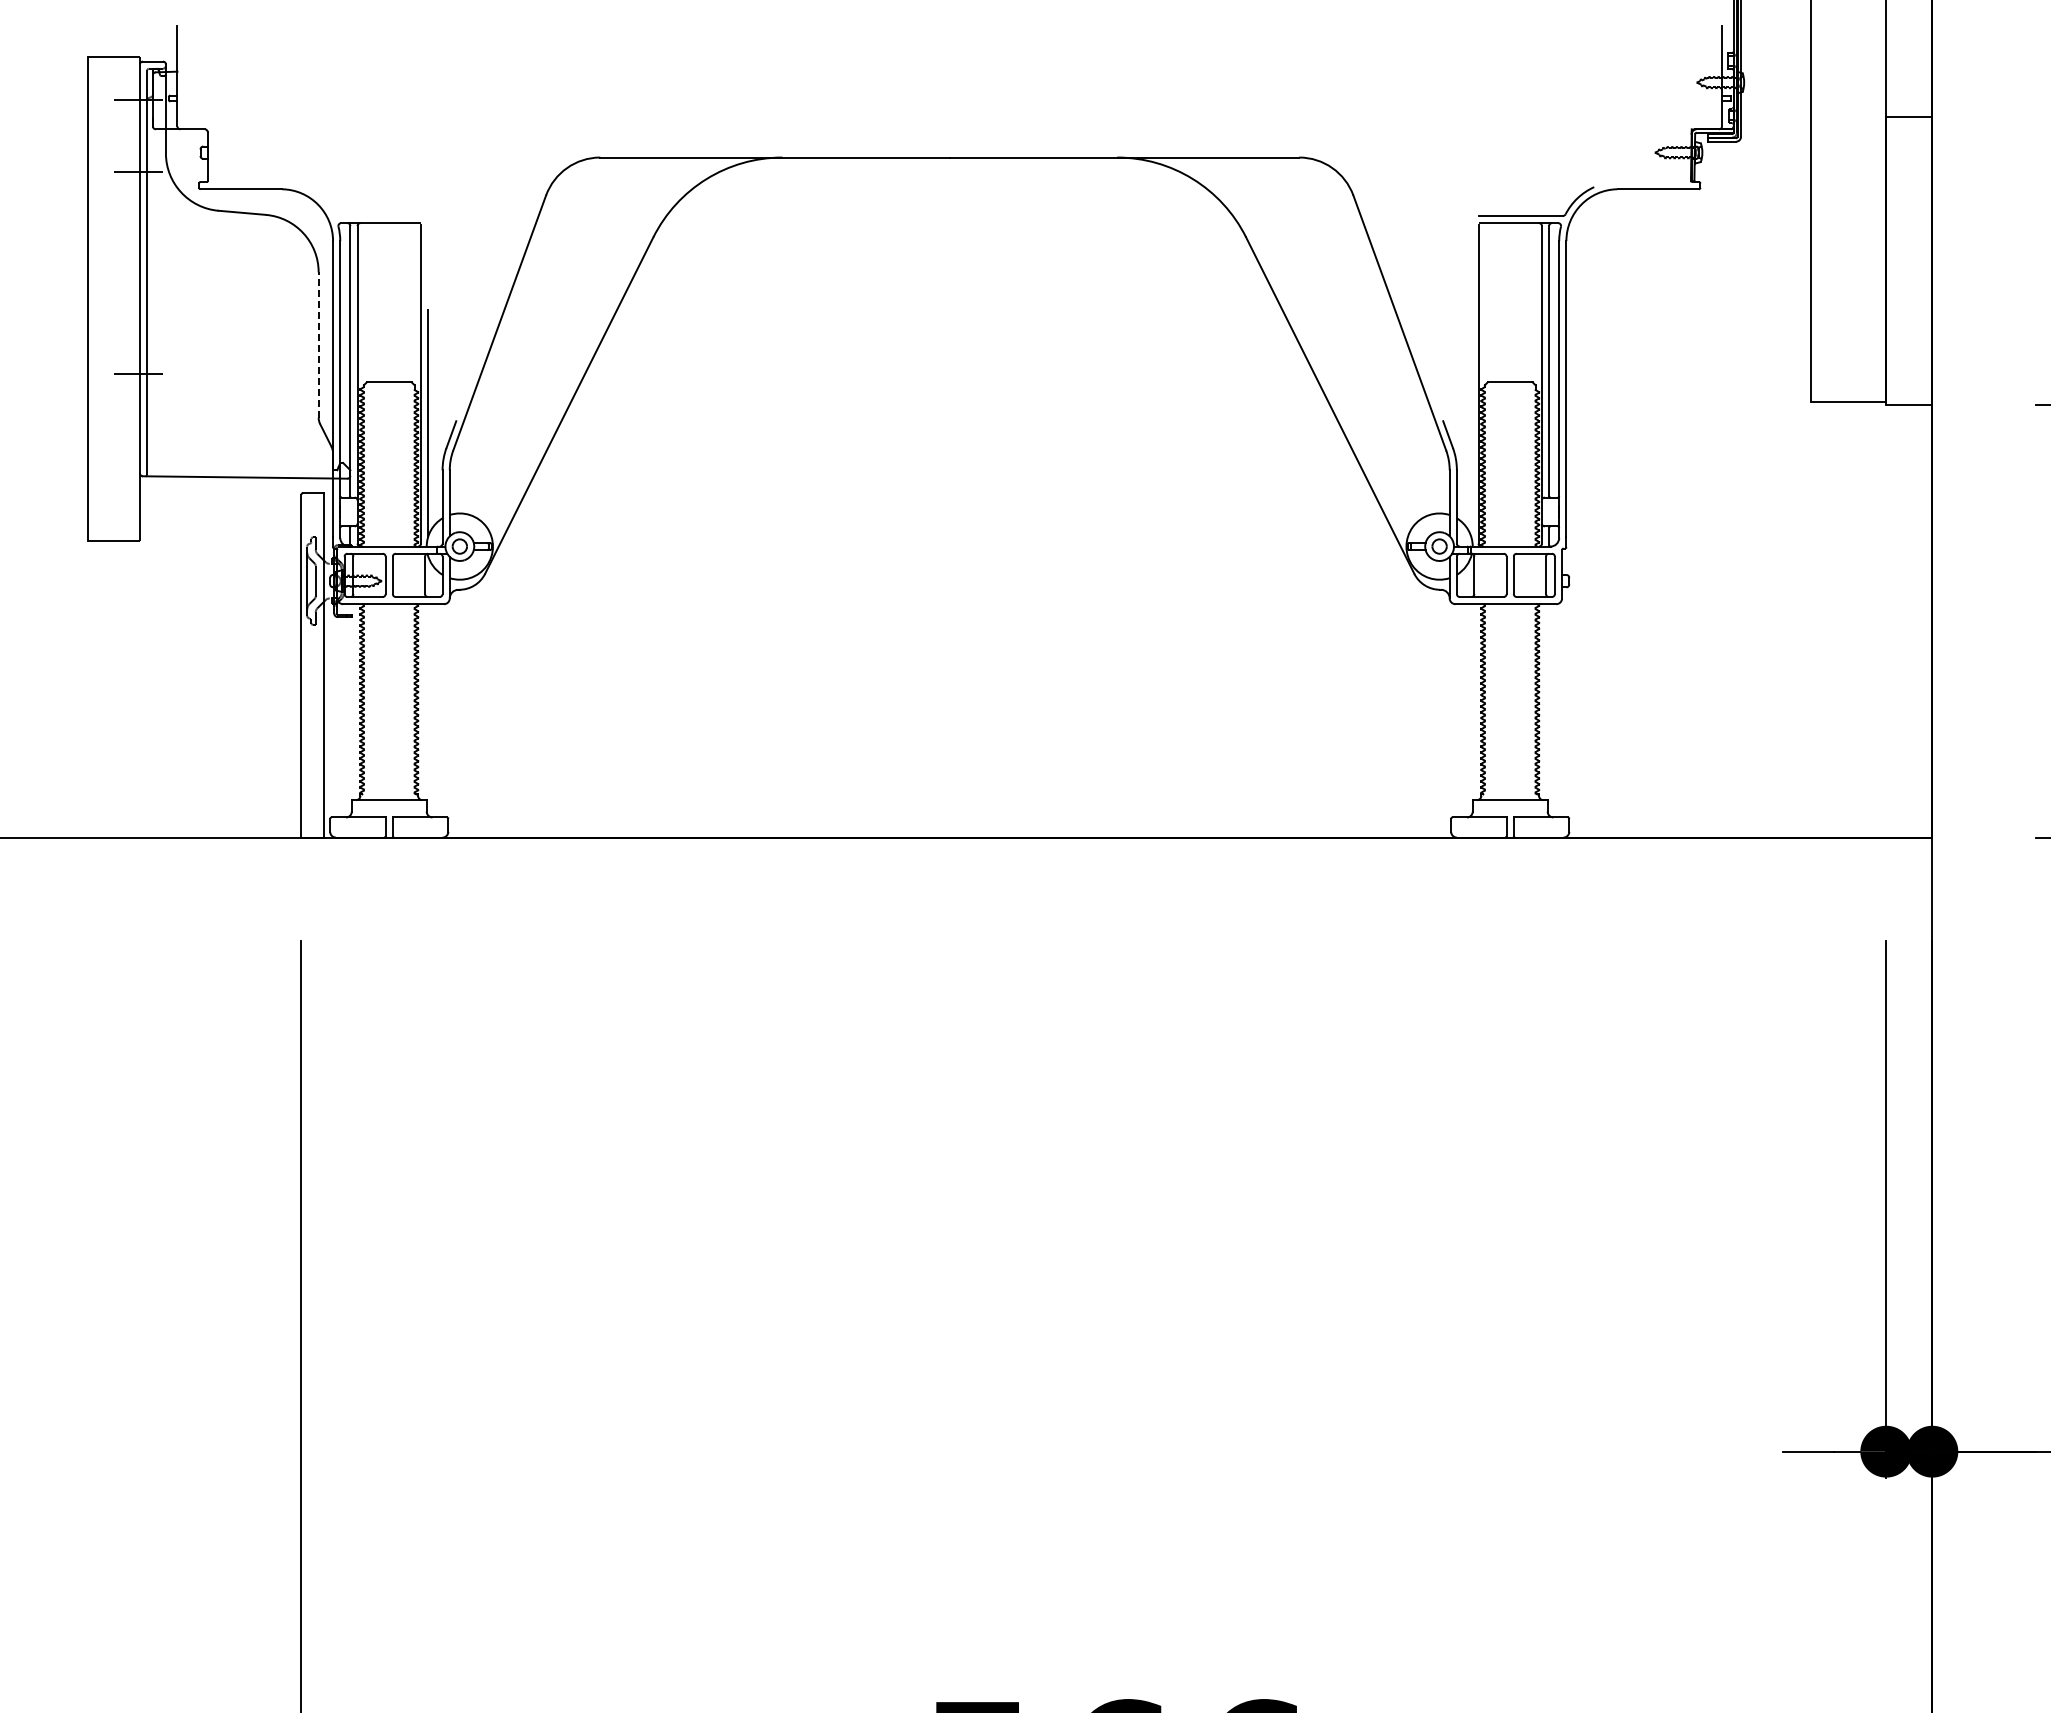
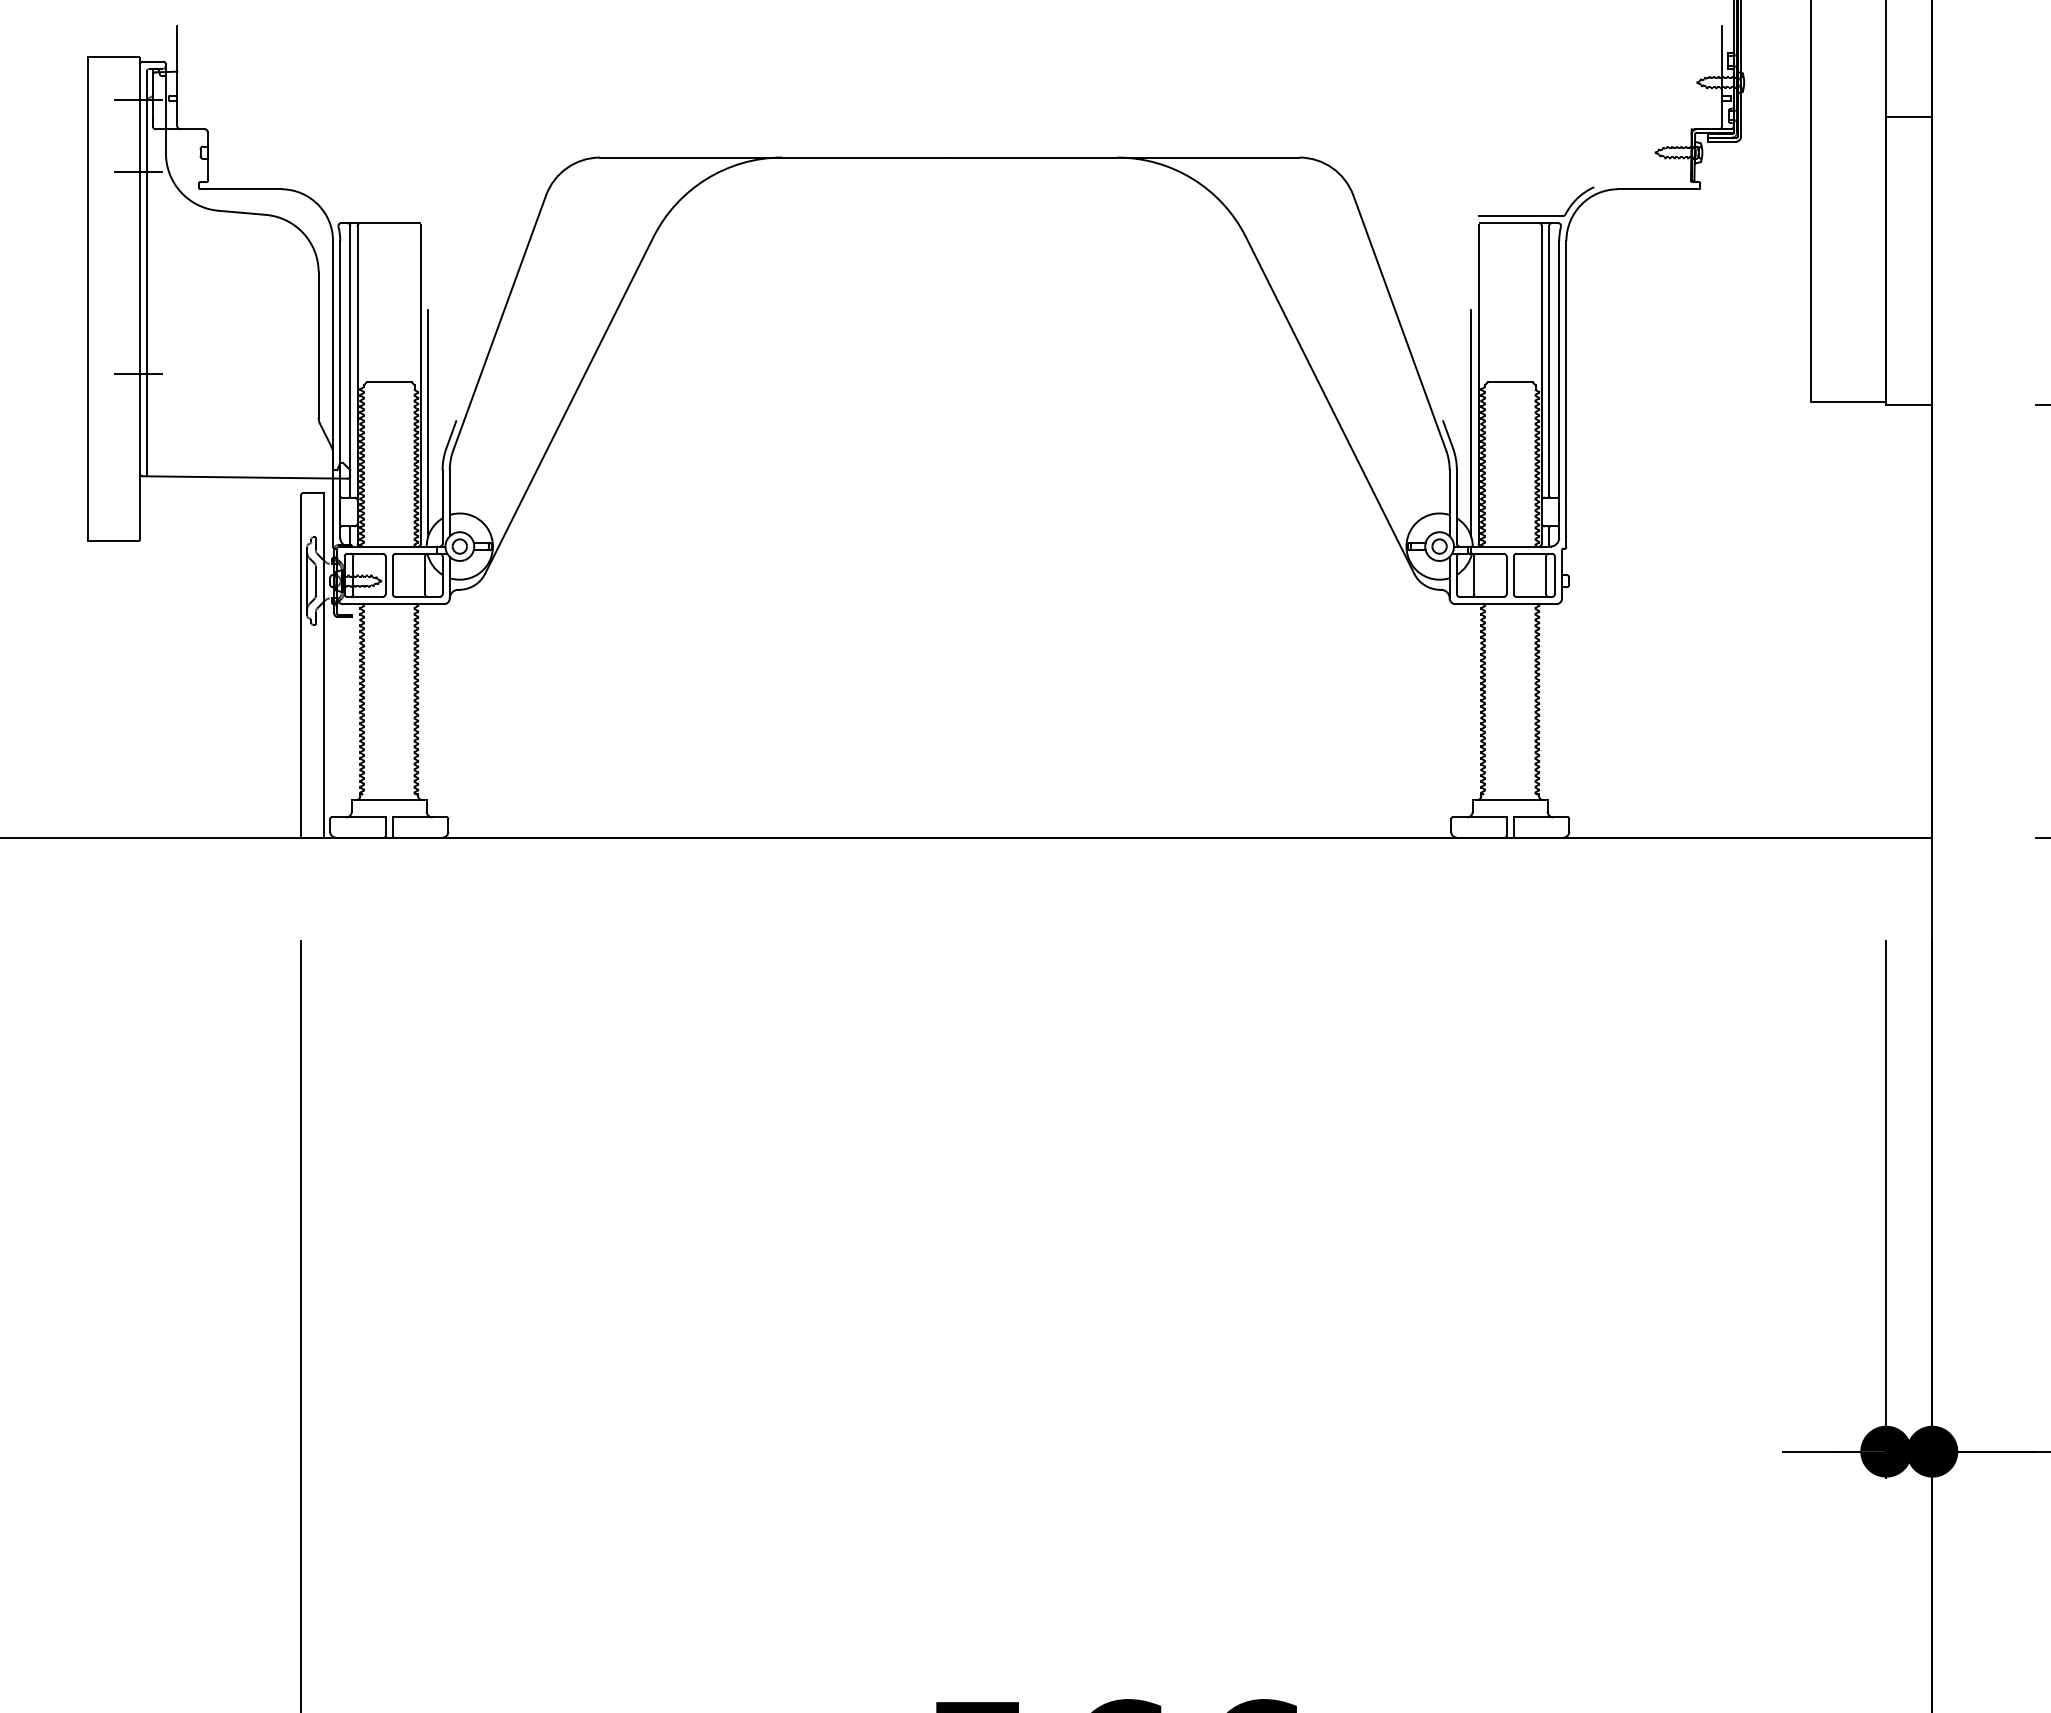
line at (318, 345): dashed -> solid
line at (1471, 423): none -> present
